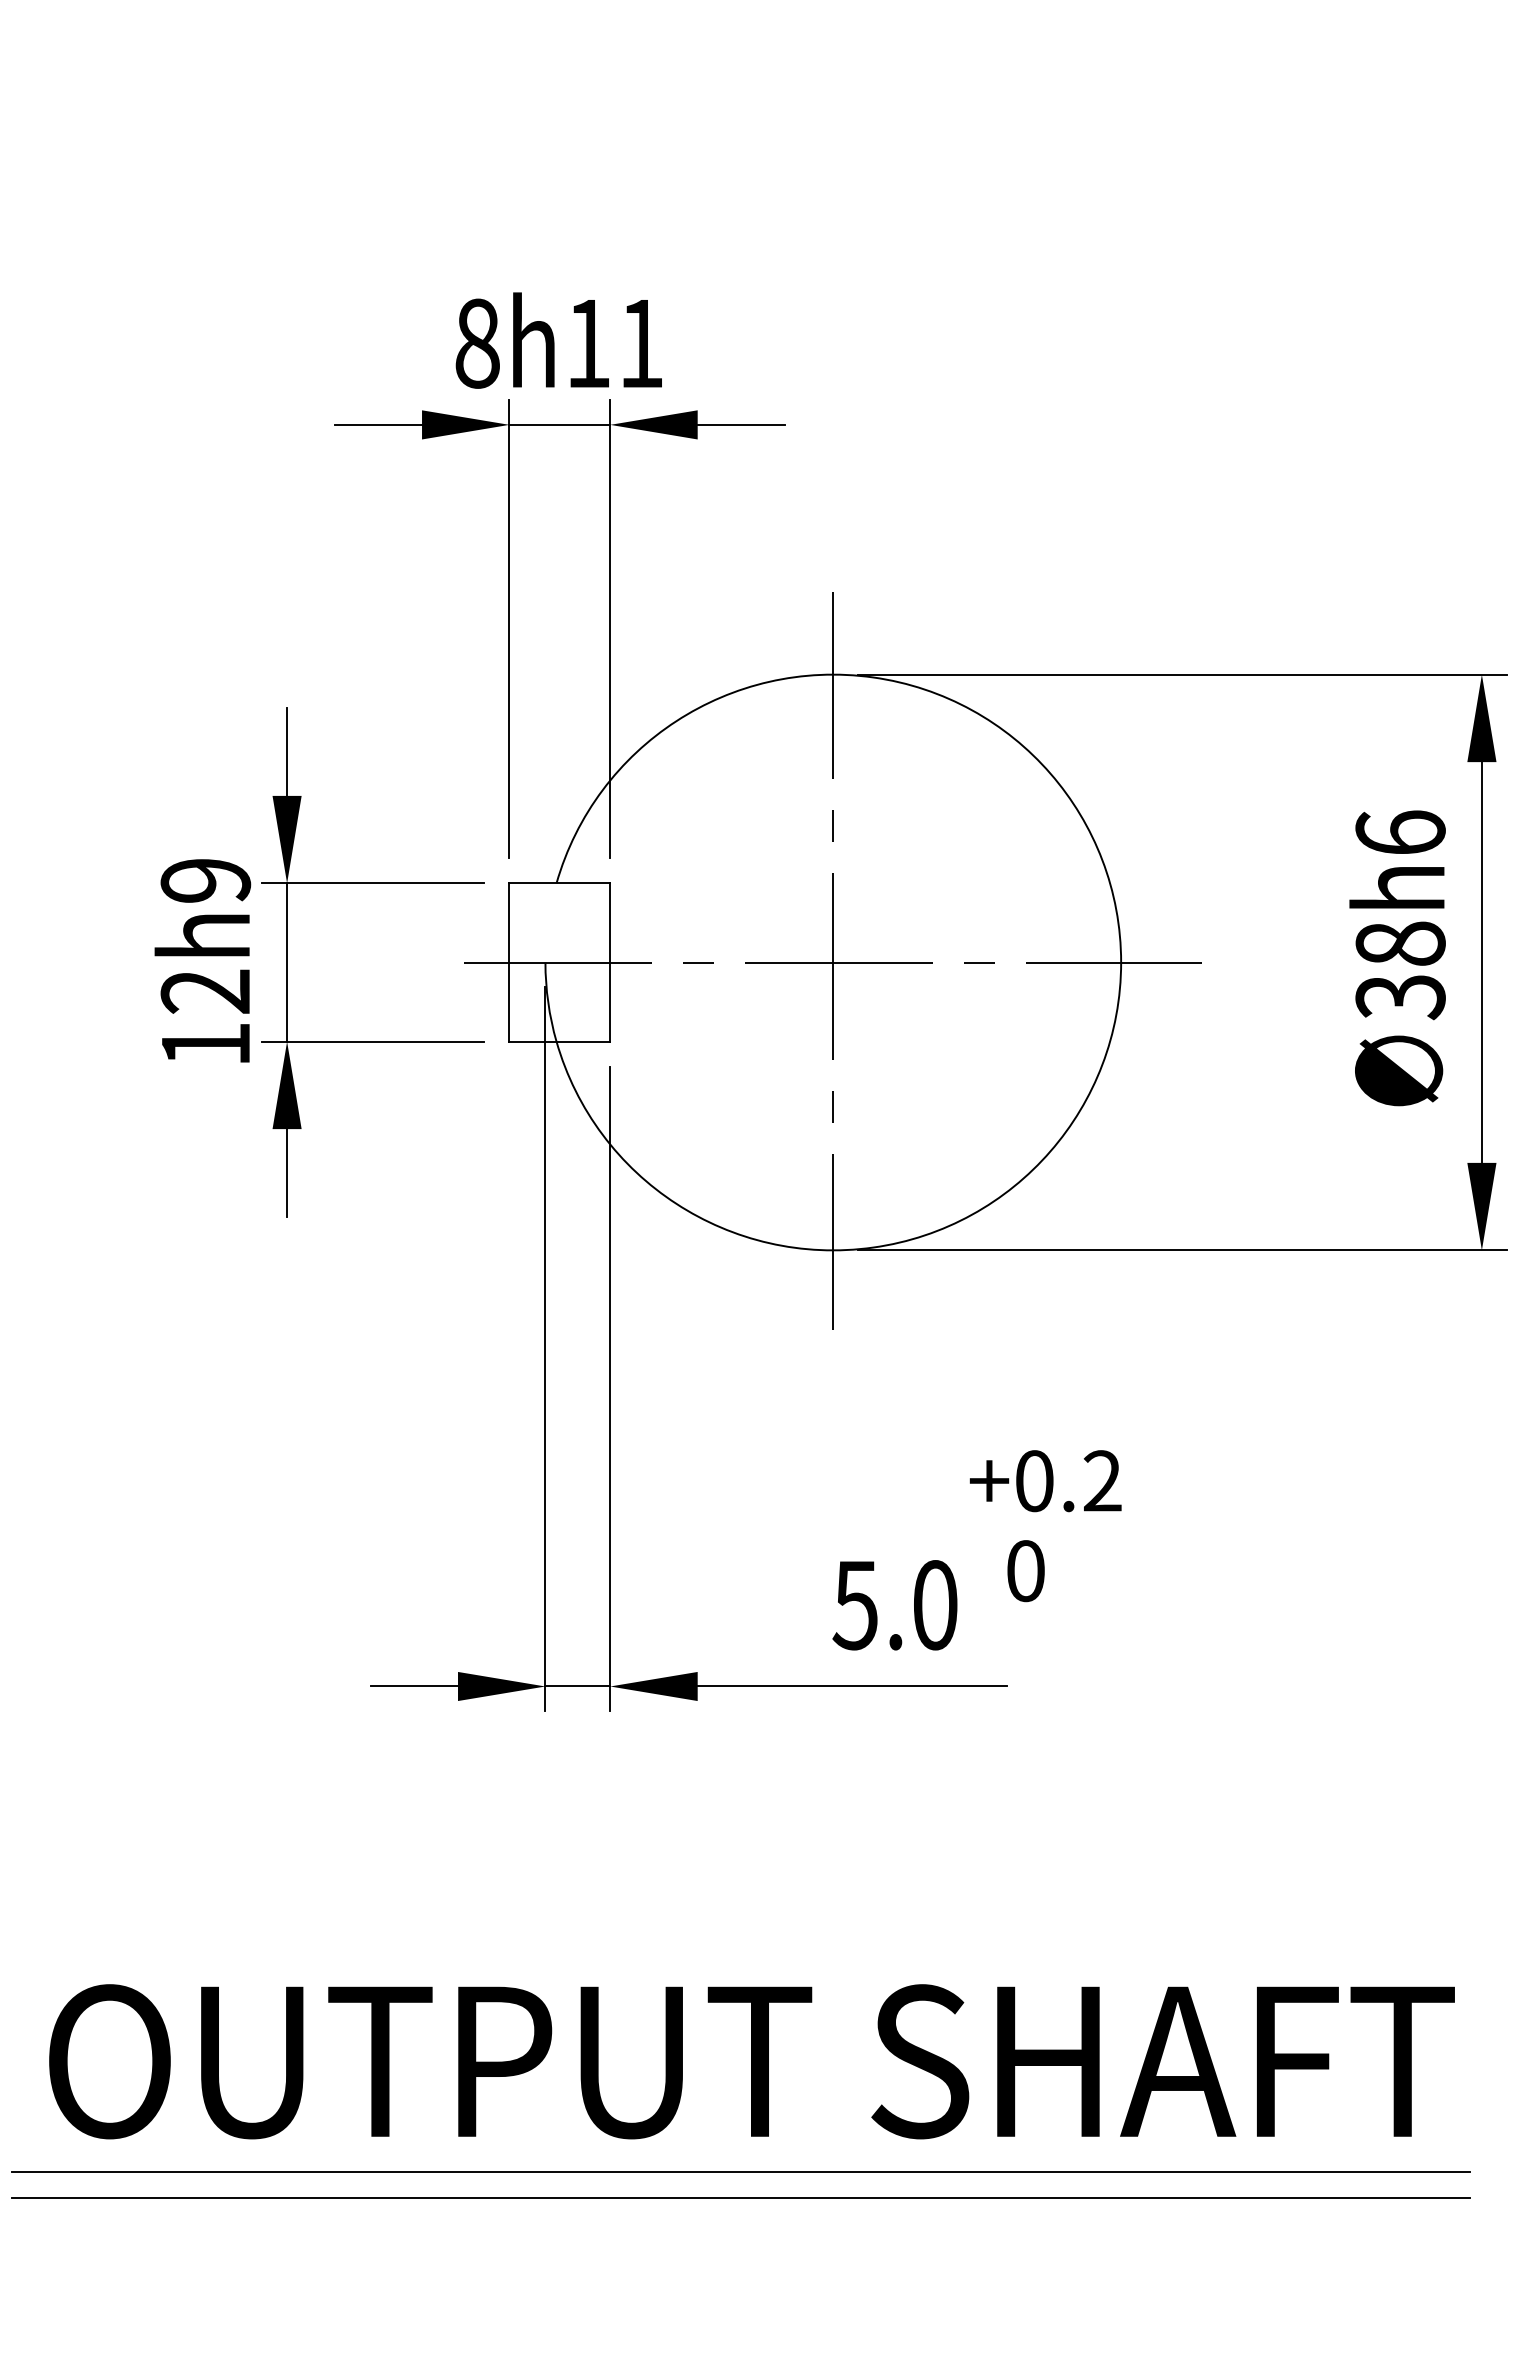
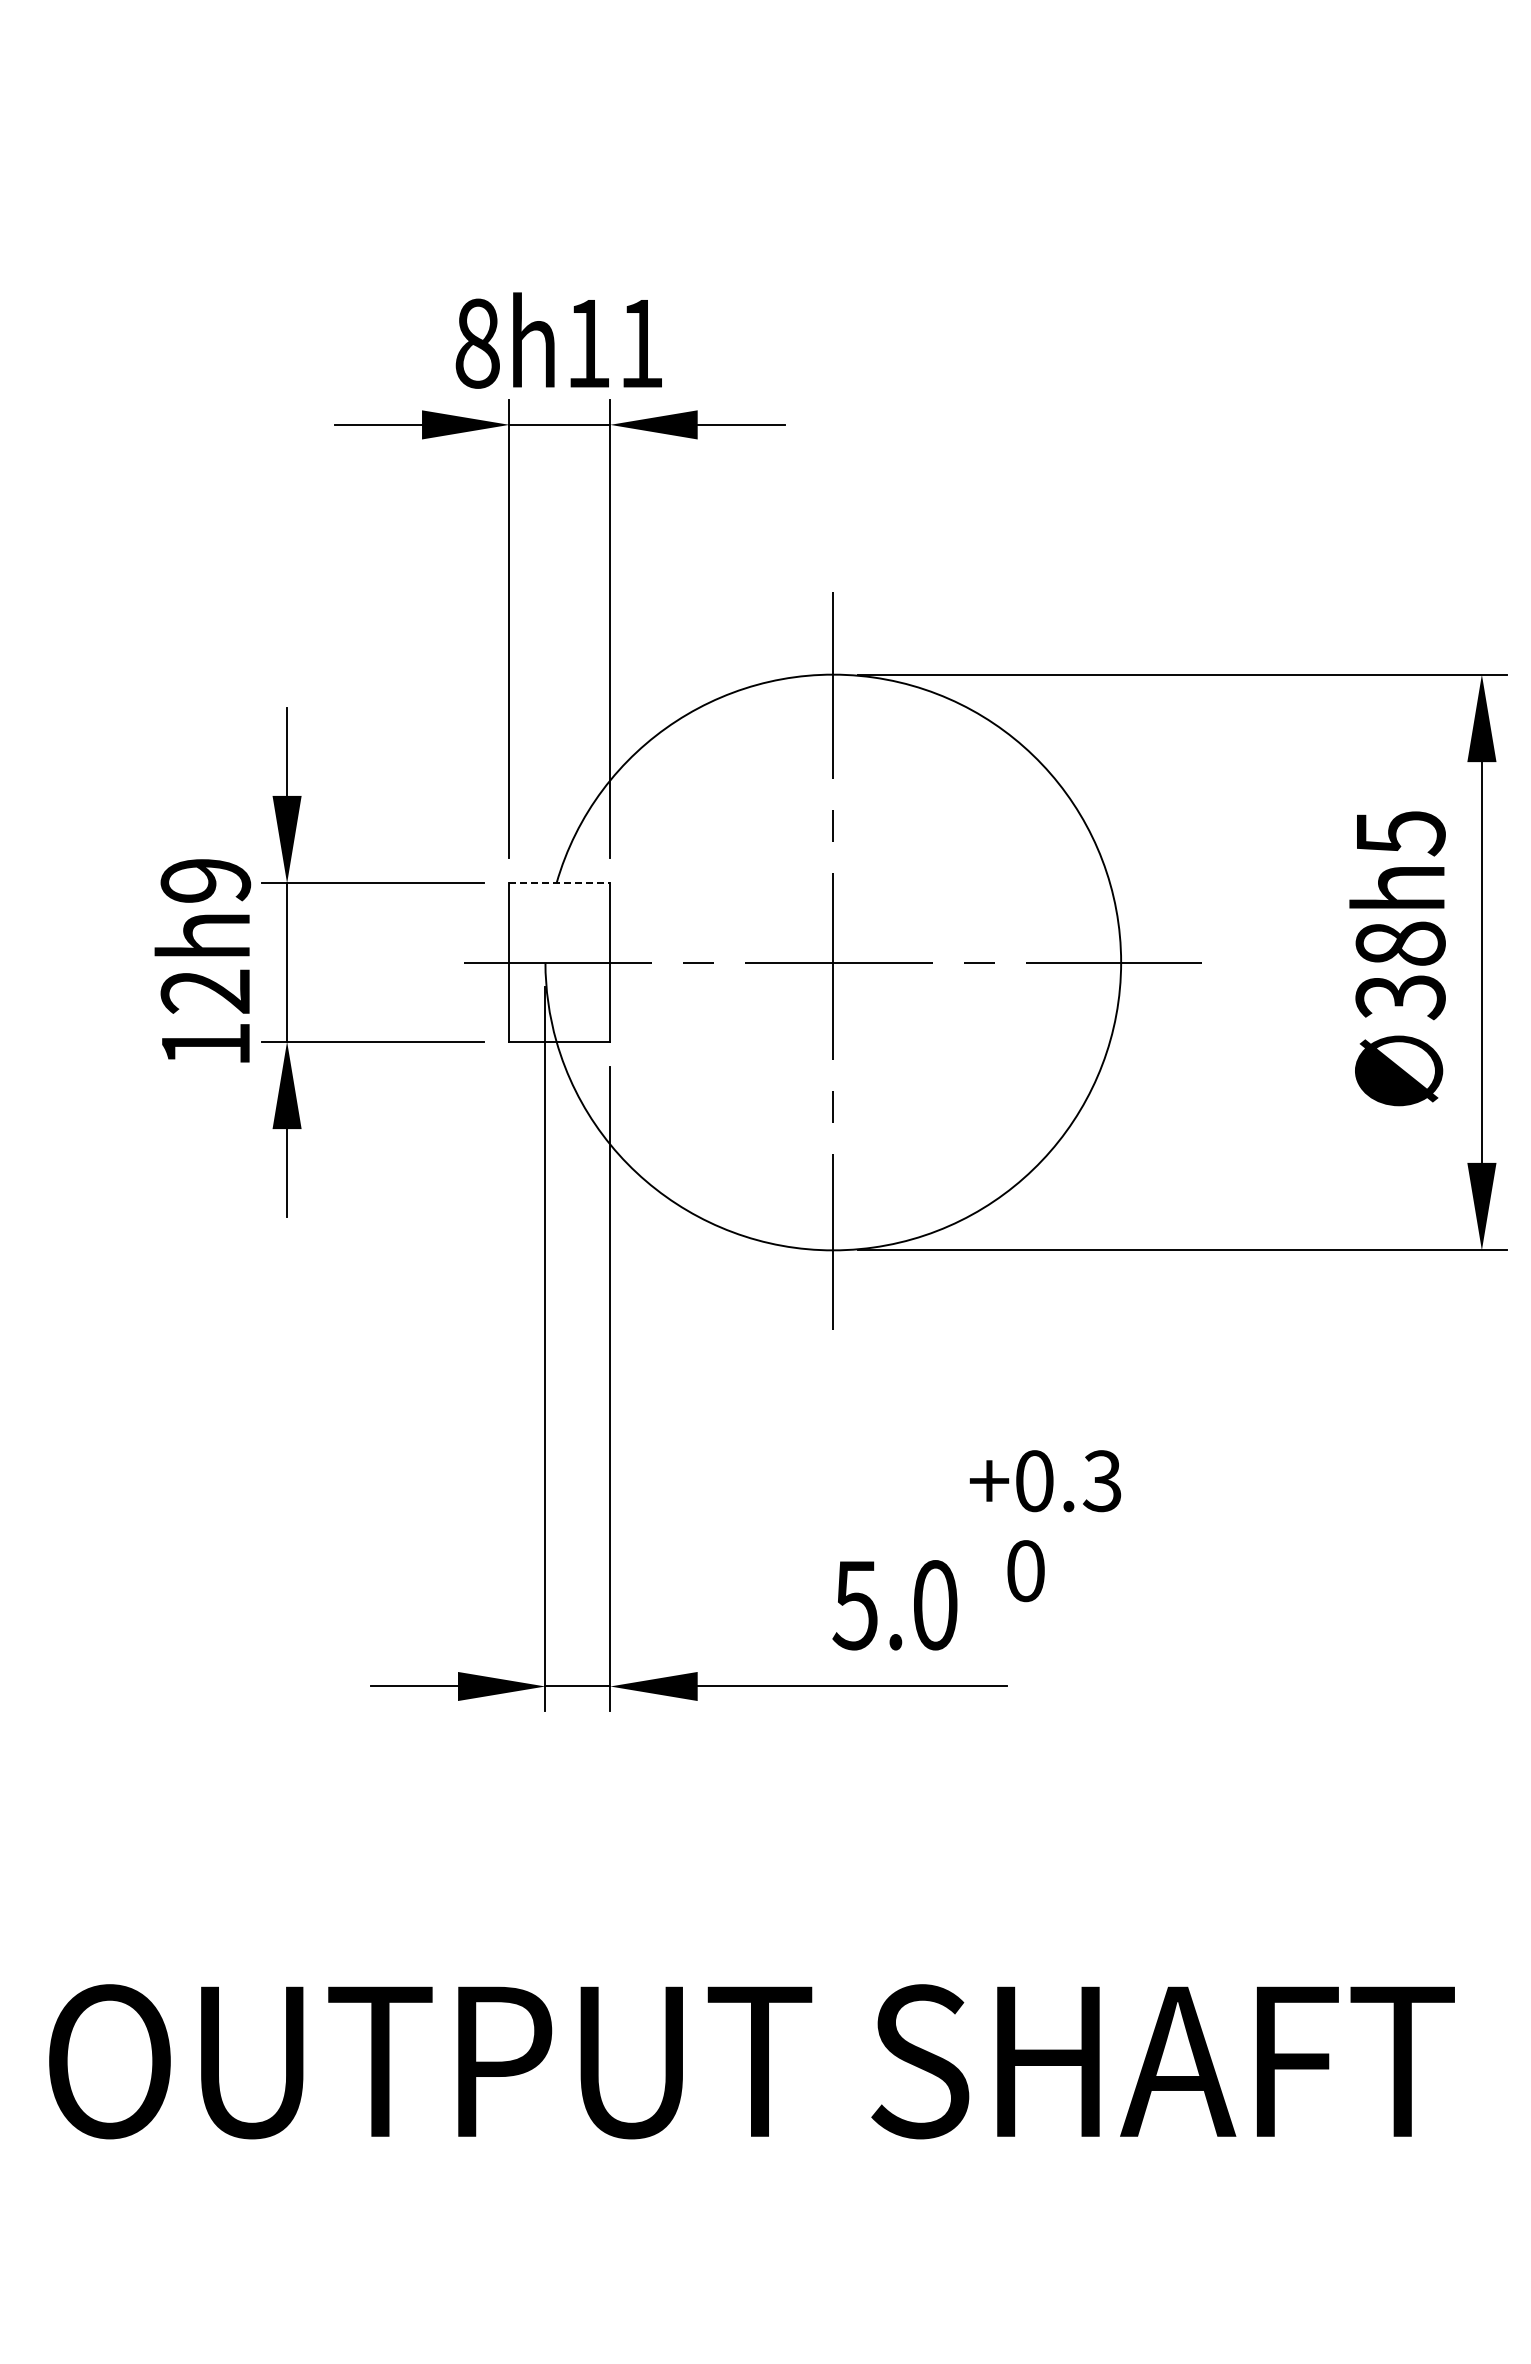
text at (1400, 833): 38h6 -> 38h5
line at (560, 883): solid -> dashed
text at (1102, 1481): +0.2 -> +0.3
line at (740, 2172): present -> none
line at (740, 2197): present -> none
